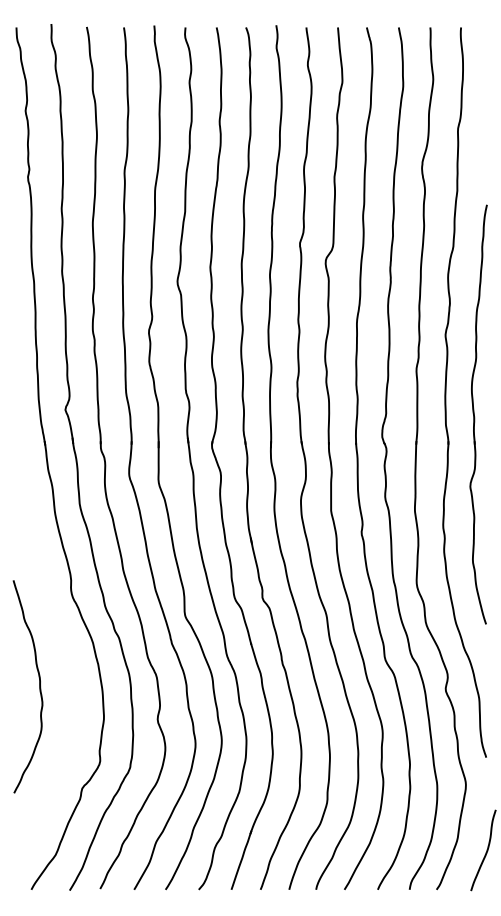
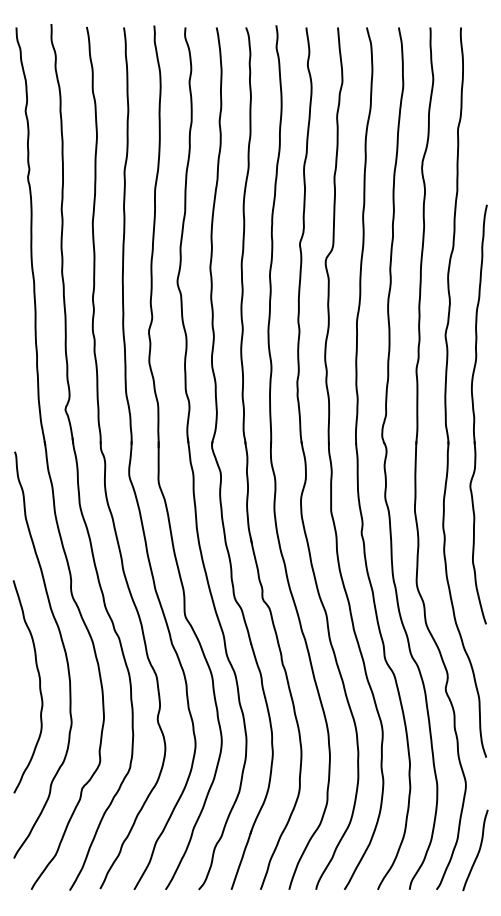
curve at (63, 649): none -> present
curve at (485, 852) position: (485, 852) -> (477, 852)
